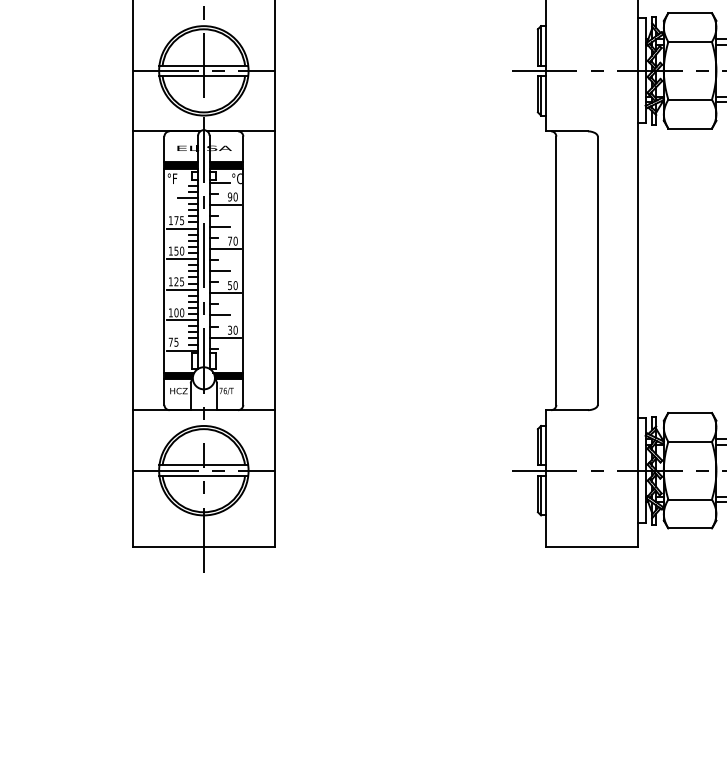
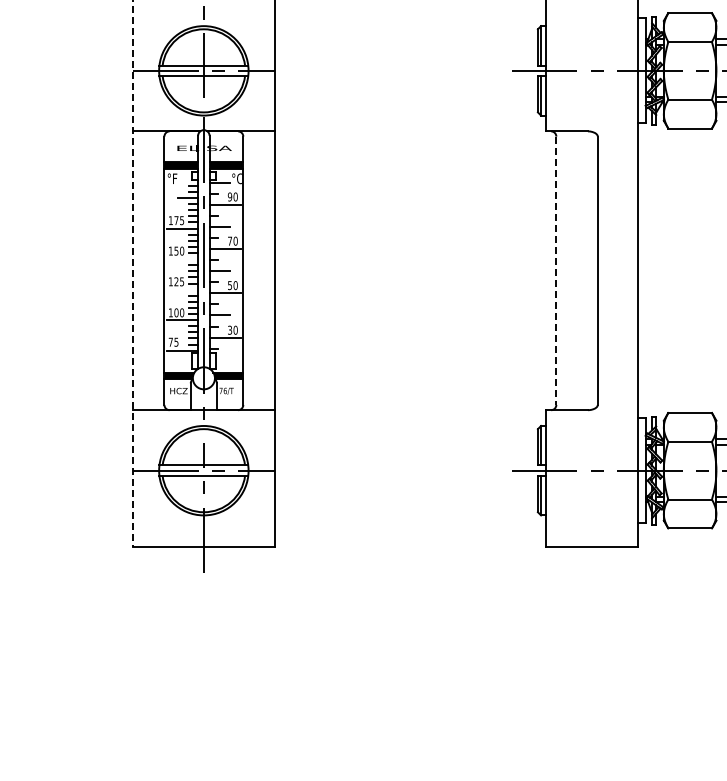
line at (182, 259): present -> none
line at (556, 271): solid -> dashed
line at (132, 274): solid -> dashed
line at (182, 289): present -> none
